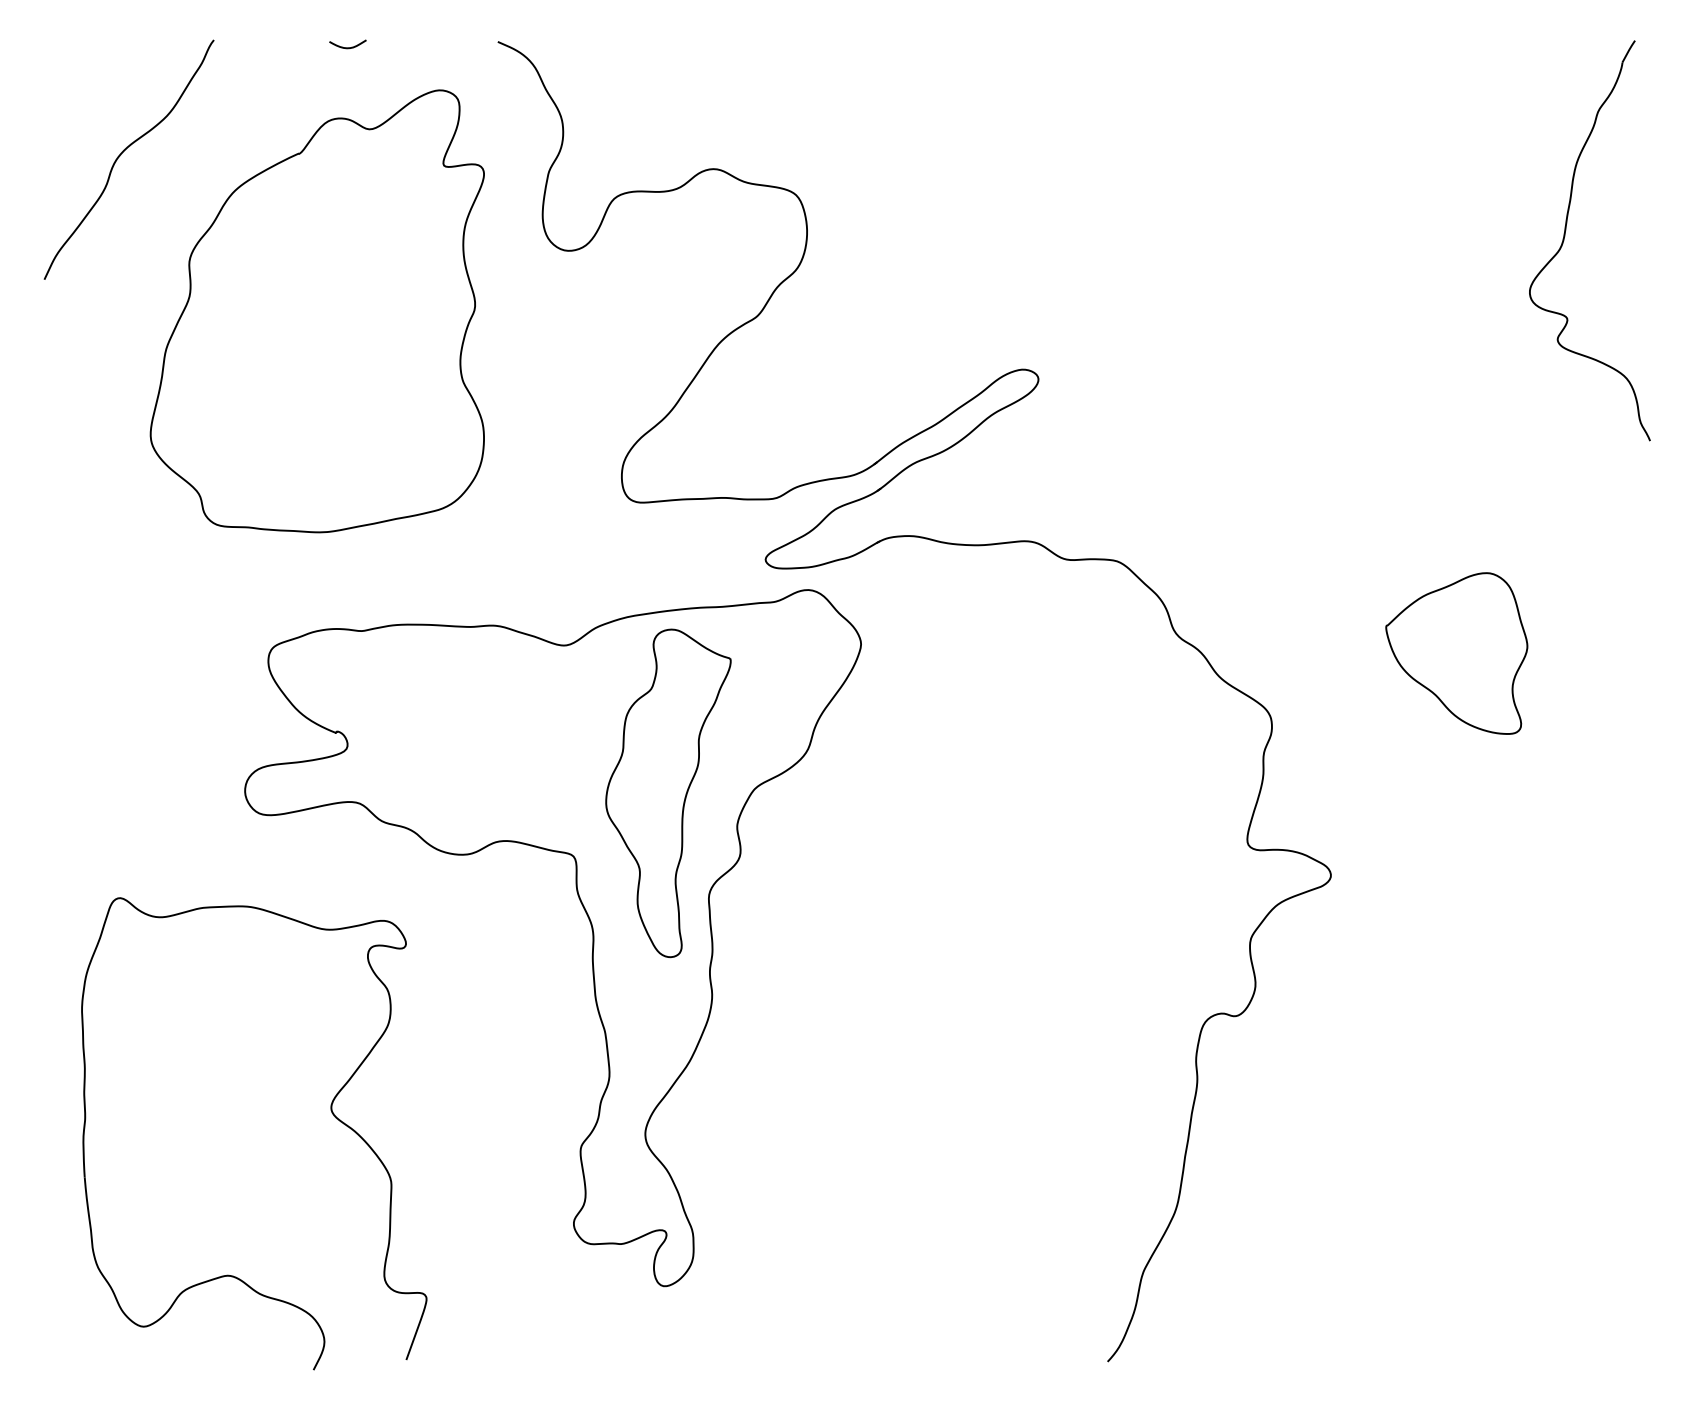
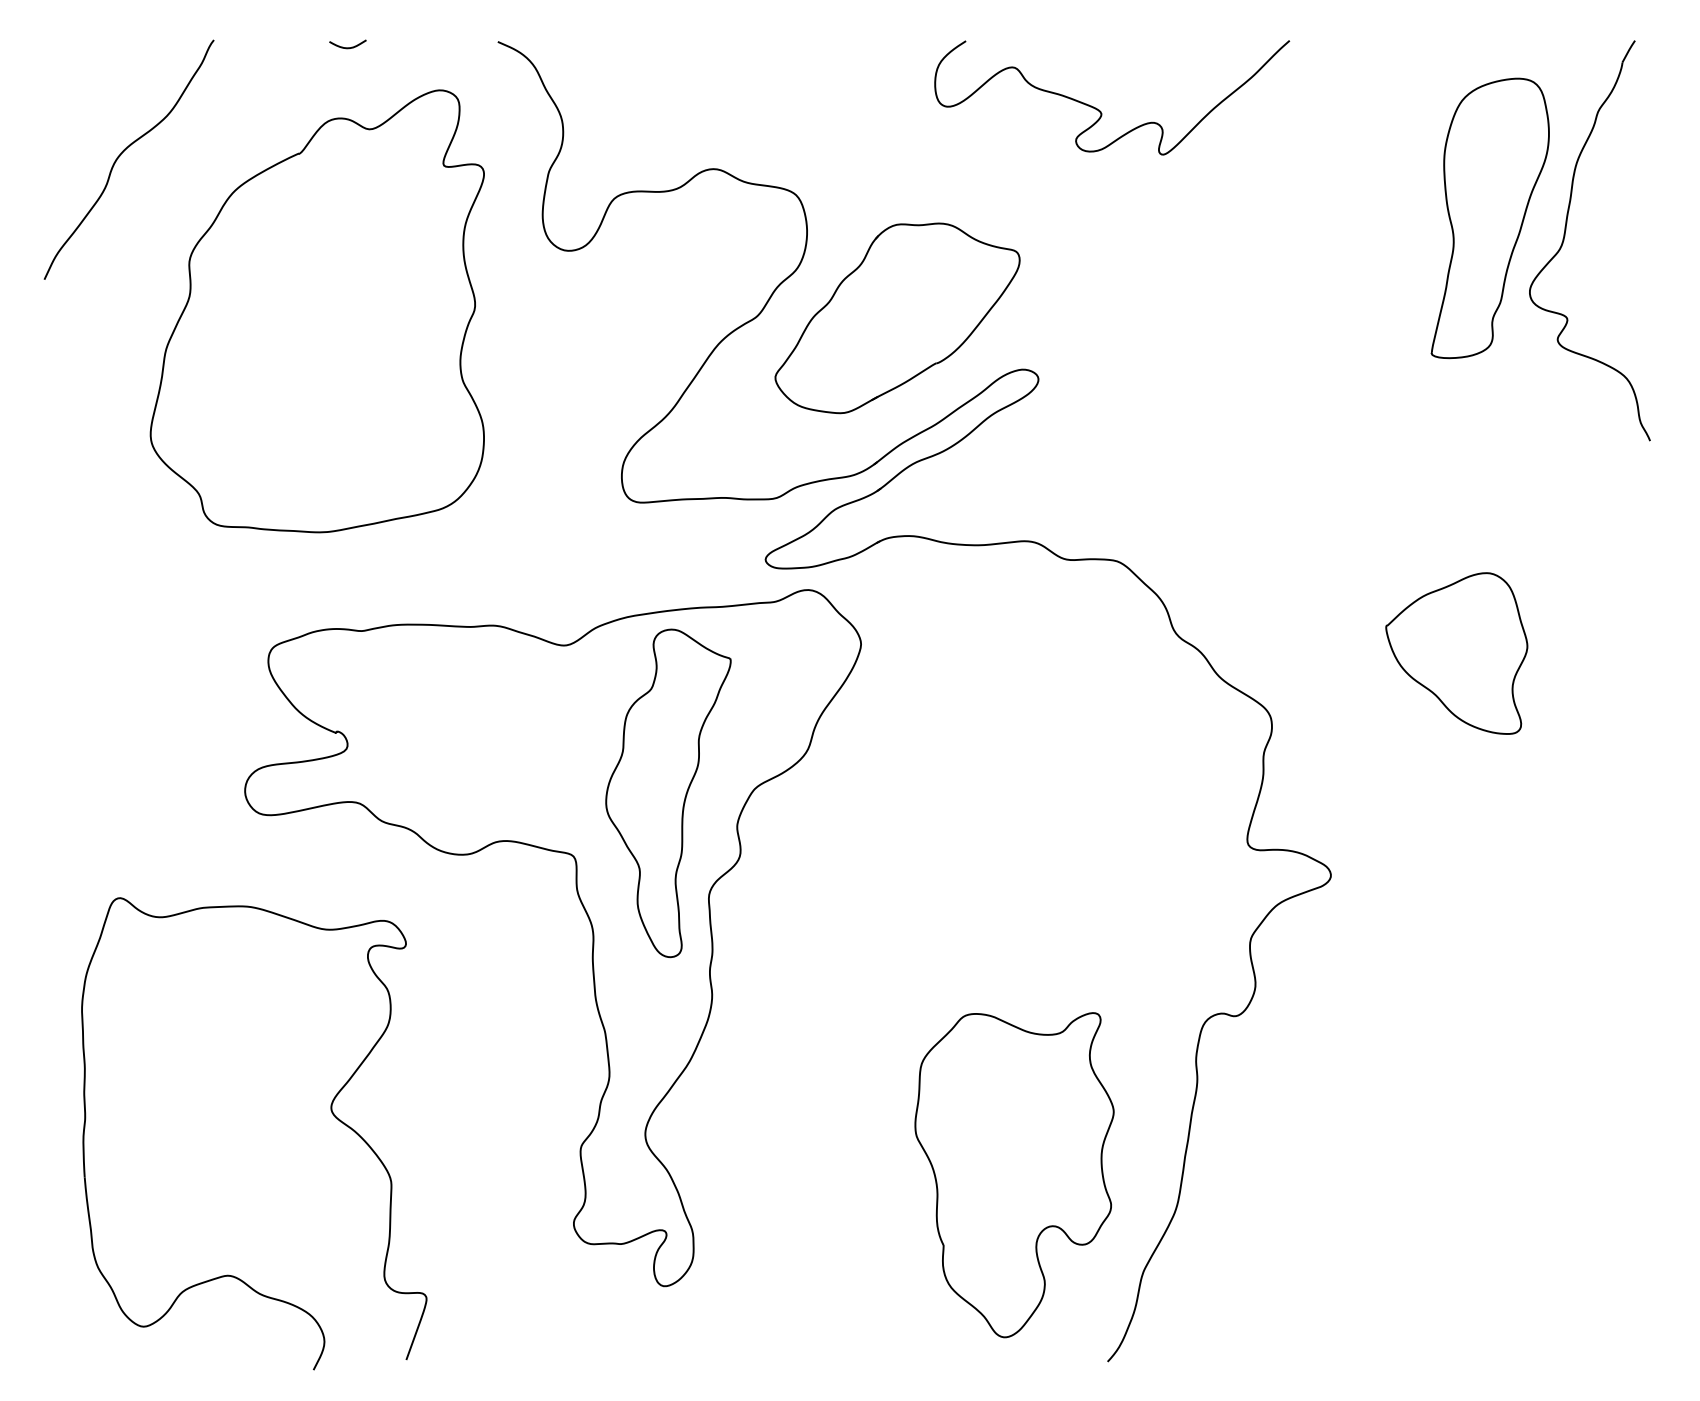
curve at (1099, 109): none -> present
part at (1489, 218): none -> present
part at (897, 318): none -> present
part at (1014, 1175): none -> present
